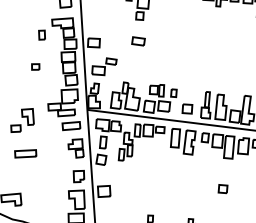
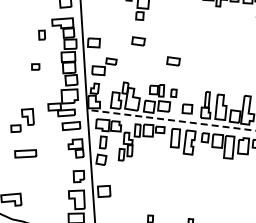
part at (173, 61): none -> present
line at (171, 120): solid -> dashed
part at (222, 189): present -> none
